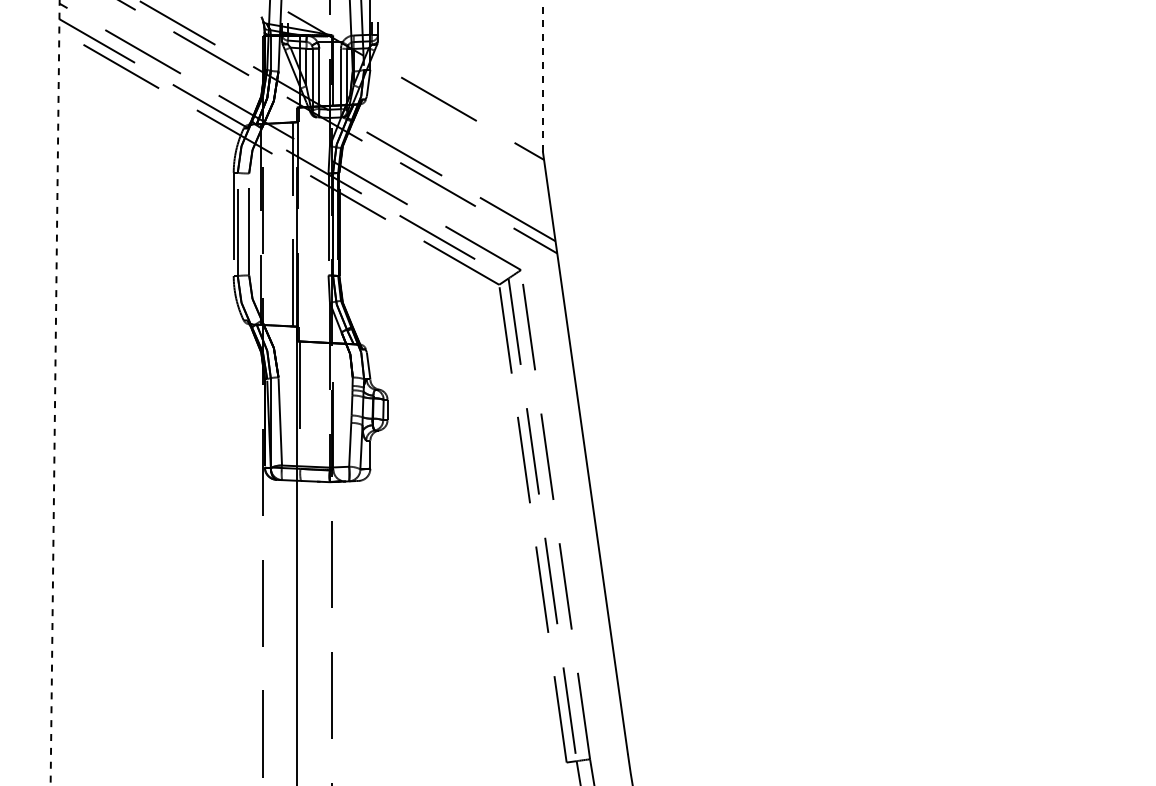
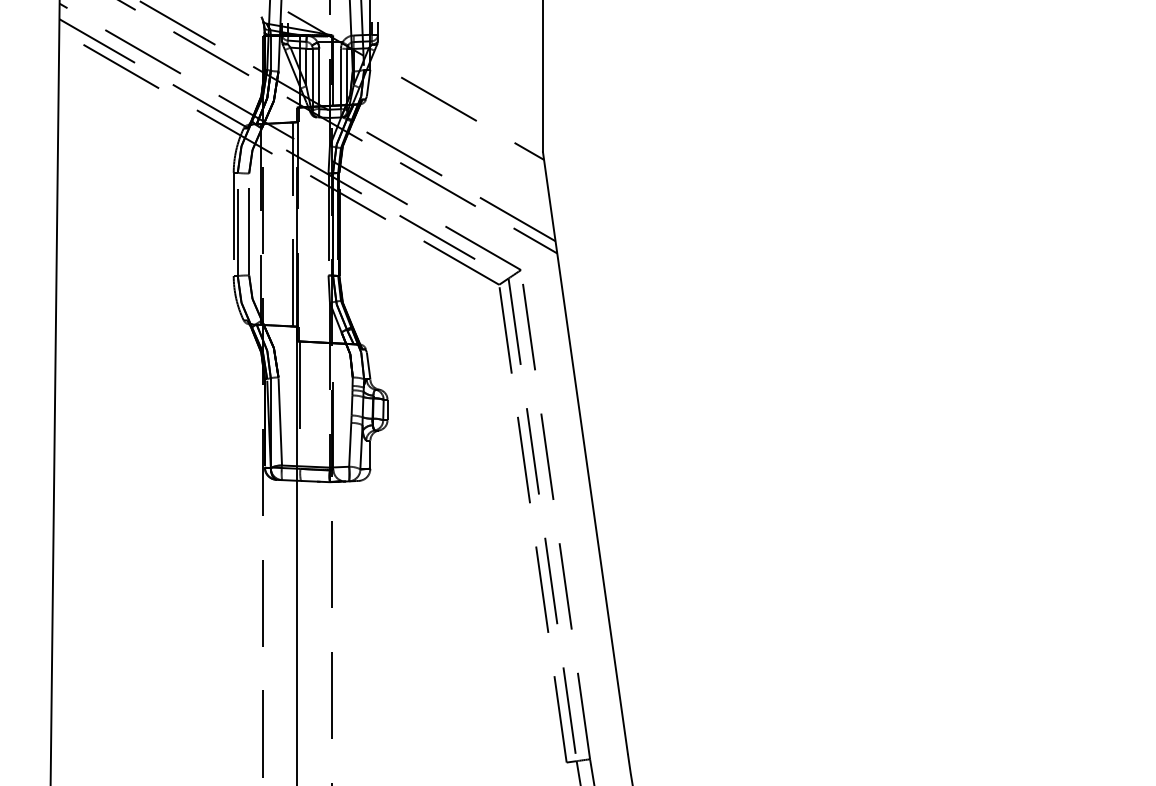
line at (543, 76): dashed -> solid
line at (55, 393): dashed -> solid
